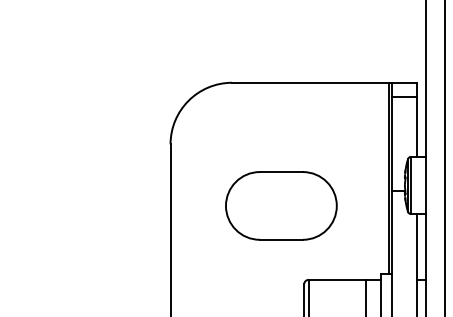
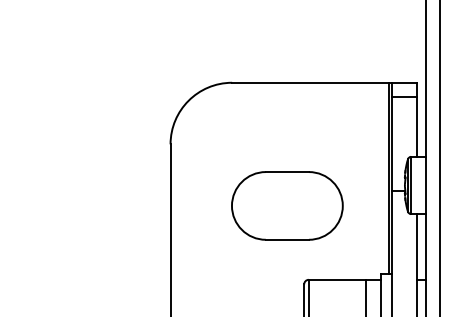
line at (444, 157) position: (444, 157) -> (439, 157)
part at (281, 205) position: (281, 205) -> (287, 205)
